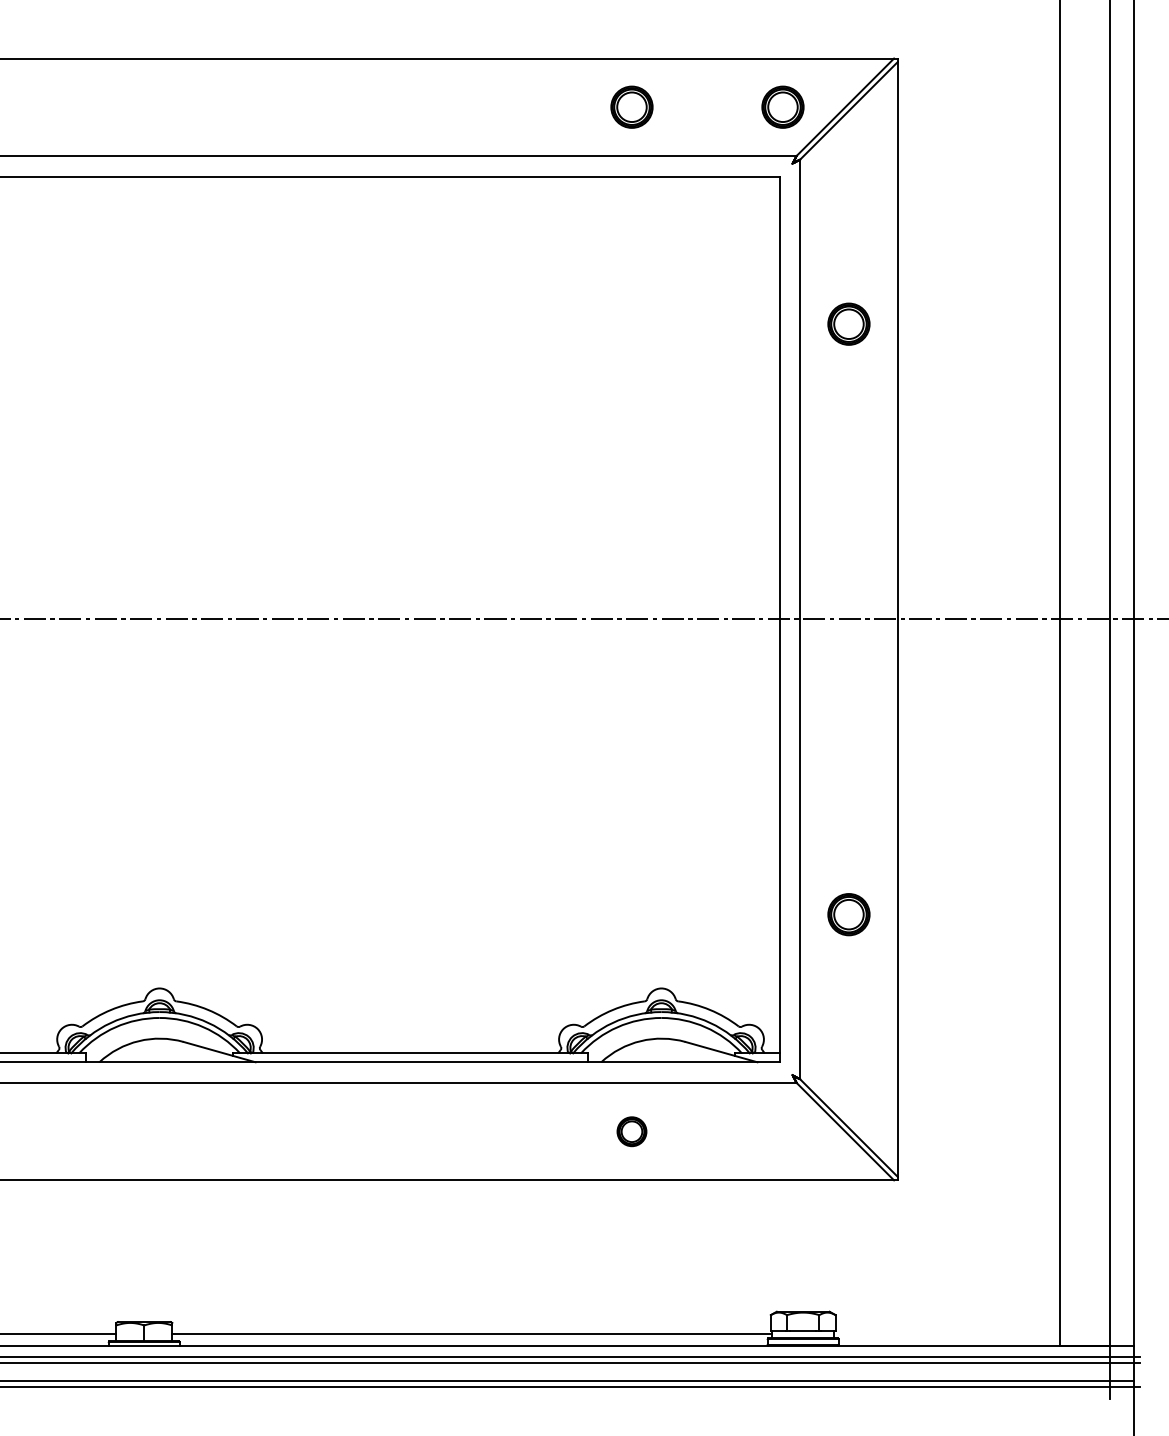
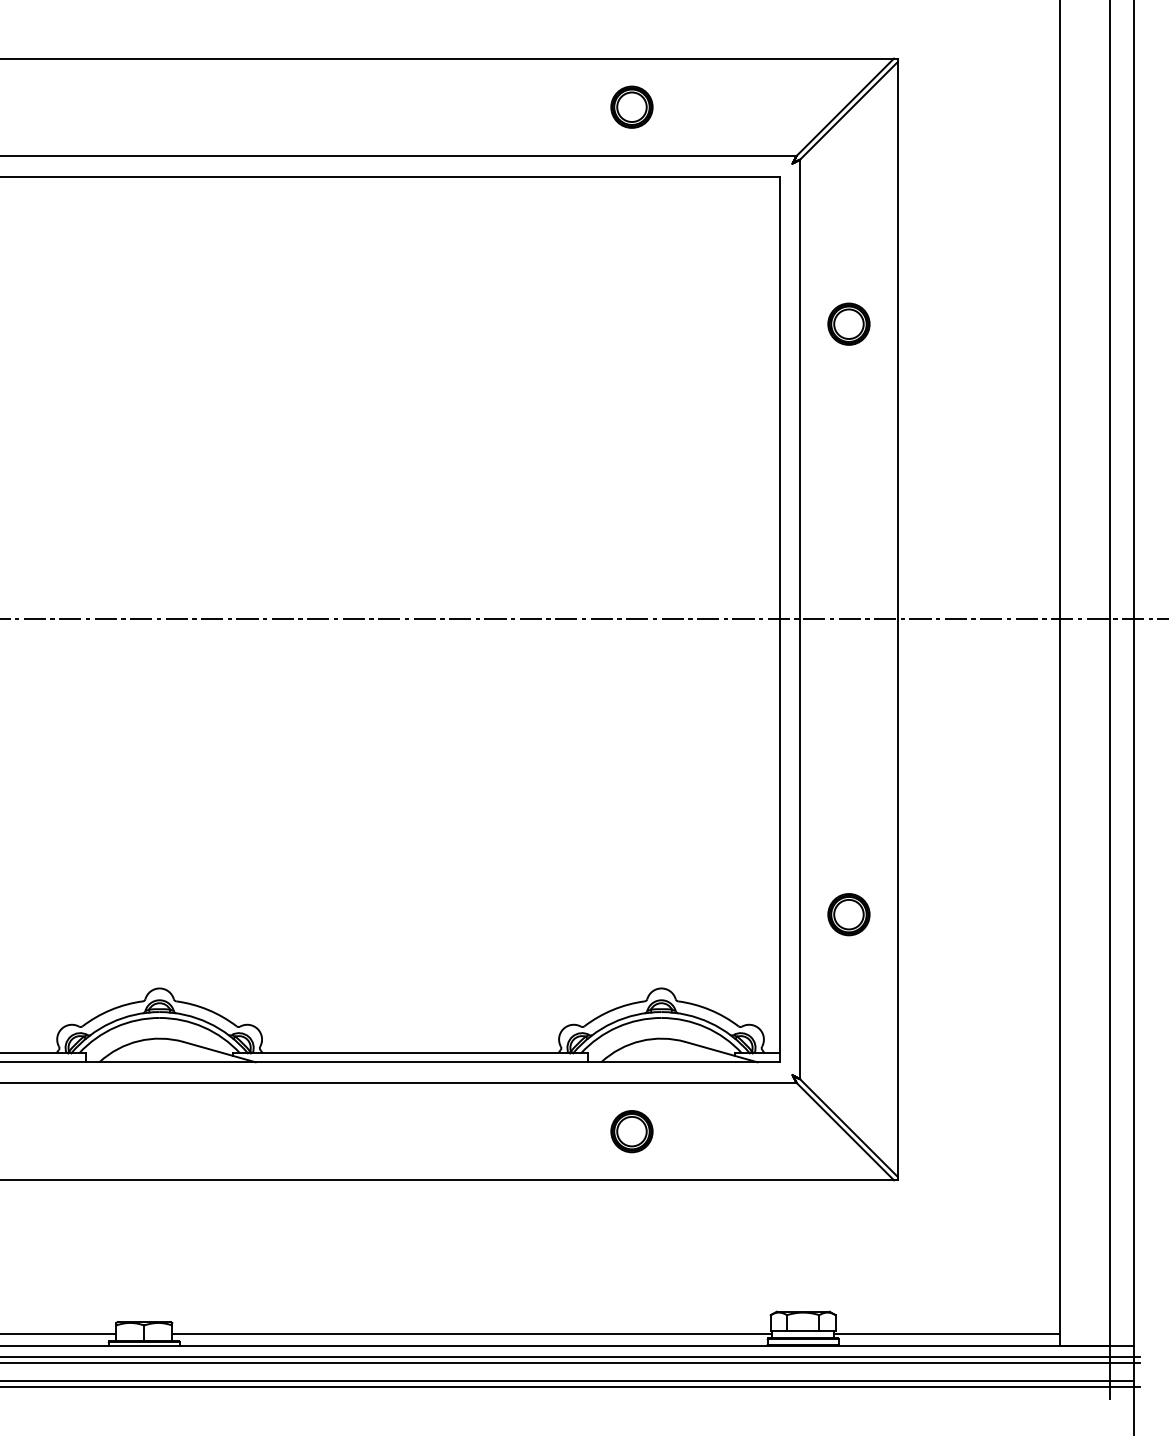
part at (782, 106): present -> none
part at (631, 1131) size: 32x32 px -> 44x44 px
line at (947, 1333): none -> present
